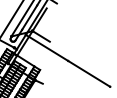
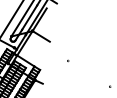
line at (68, 60): present -> none
